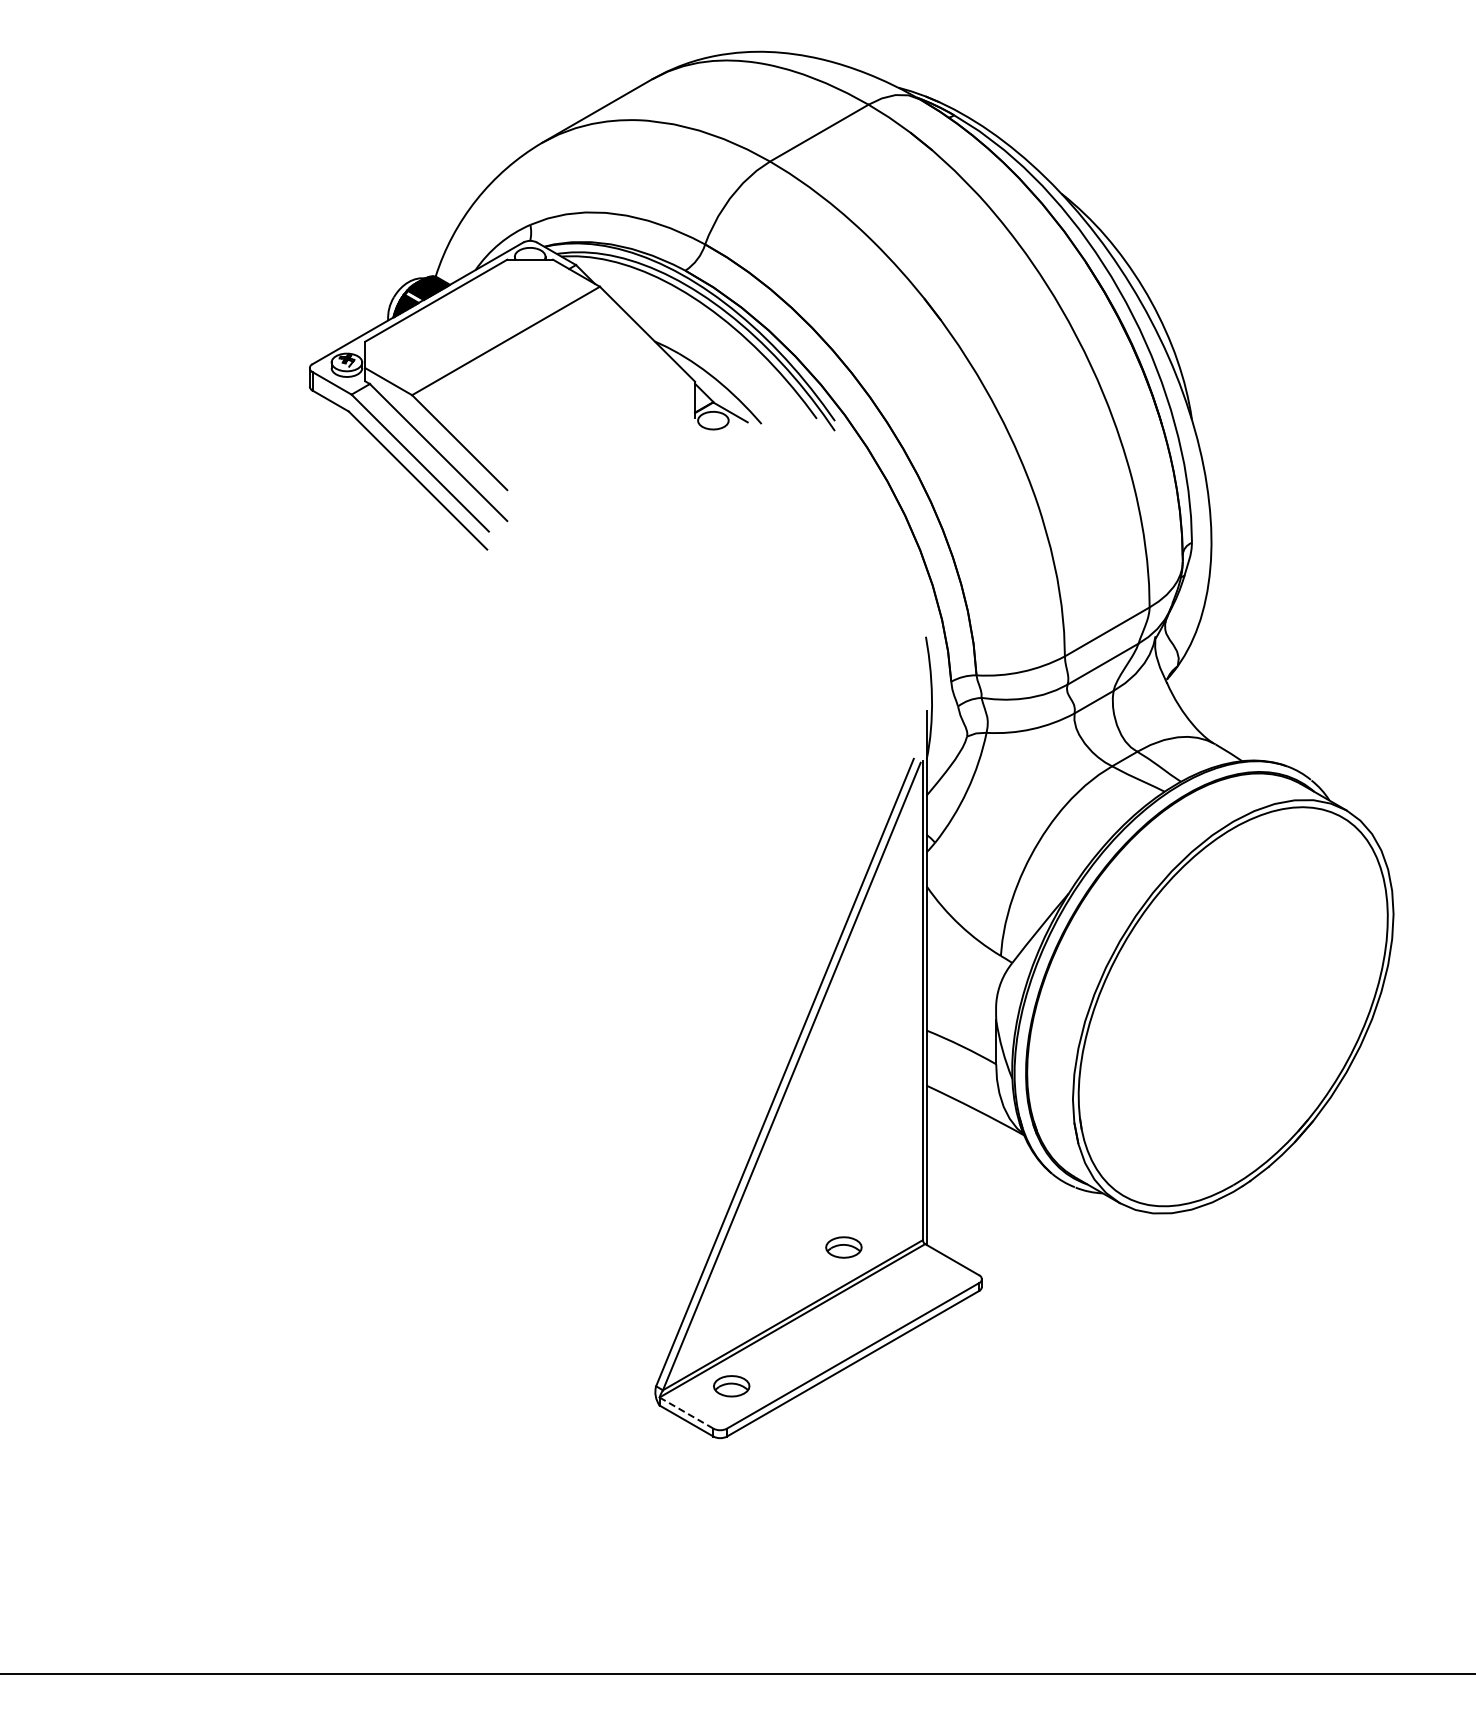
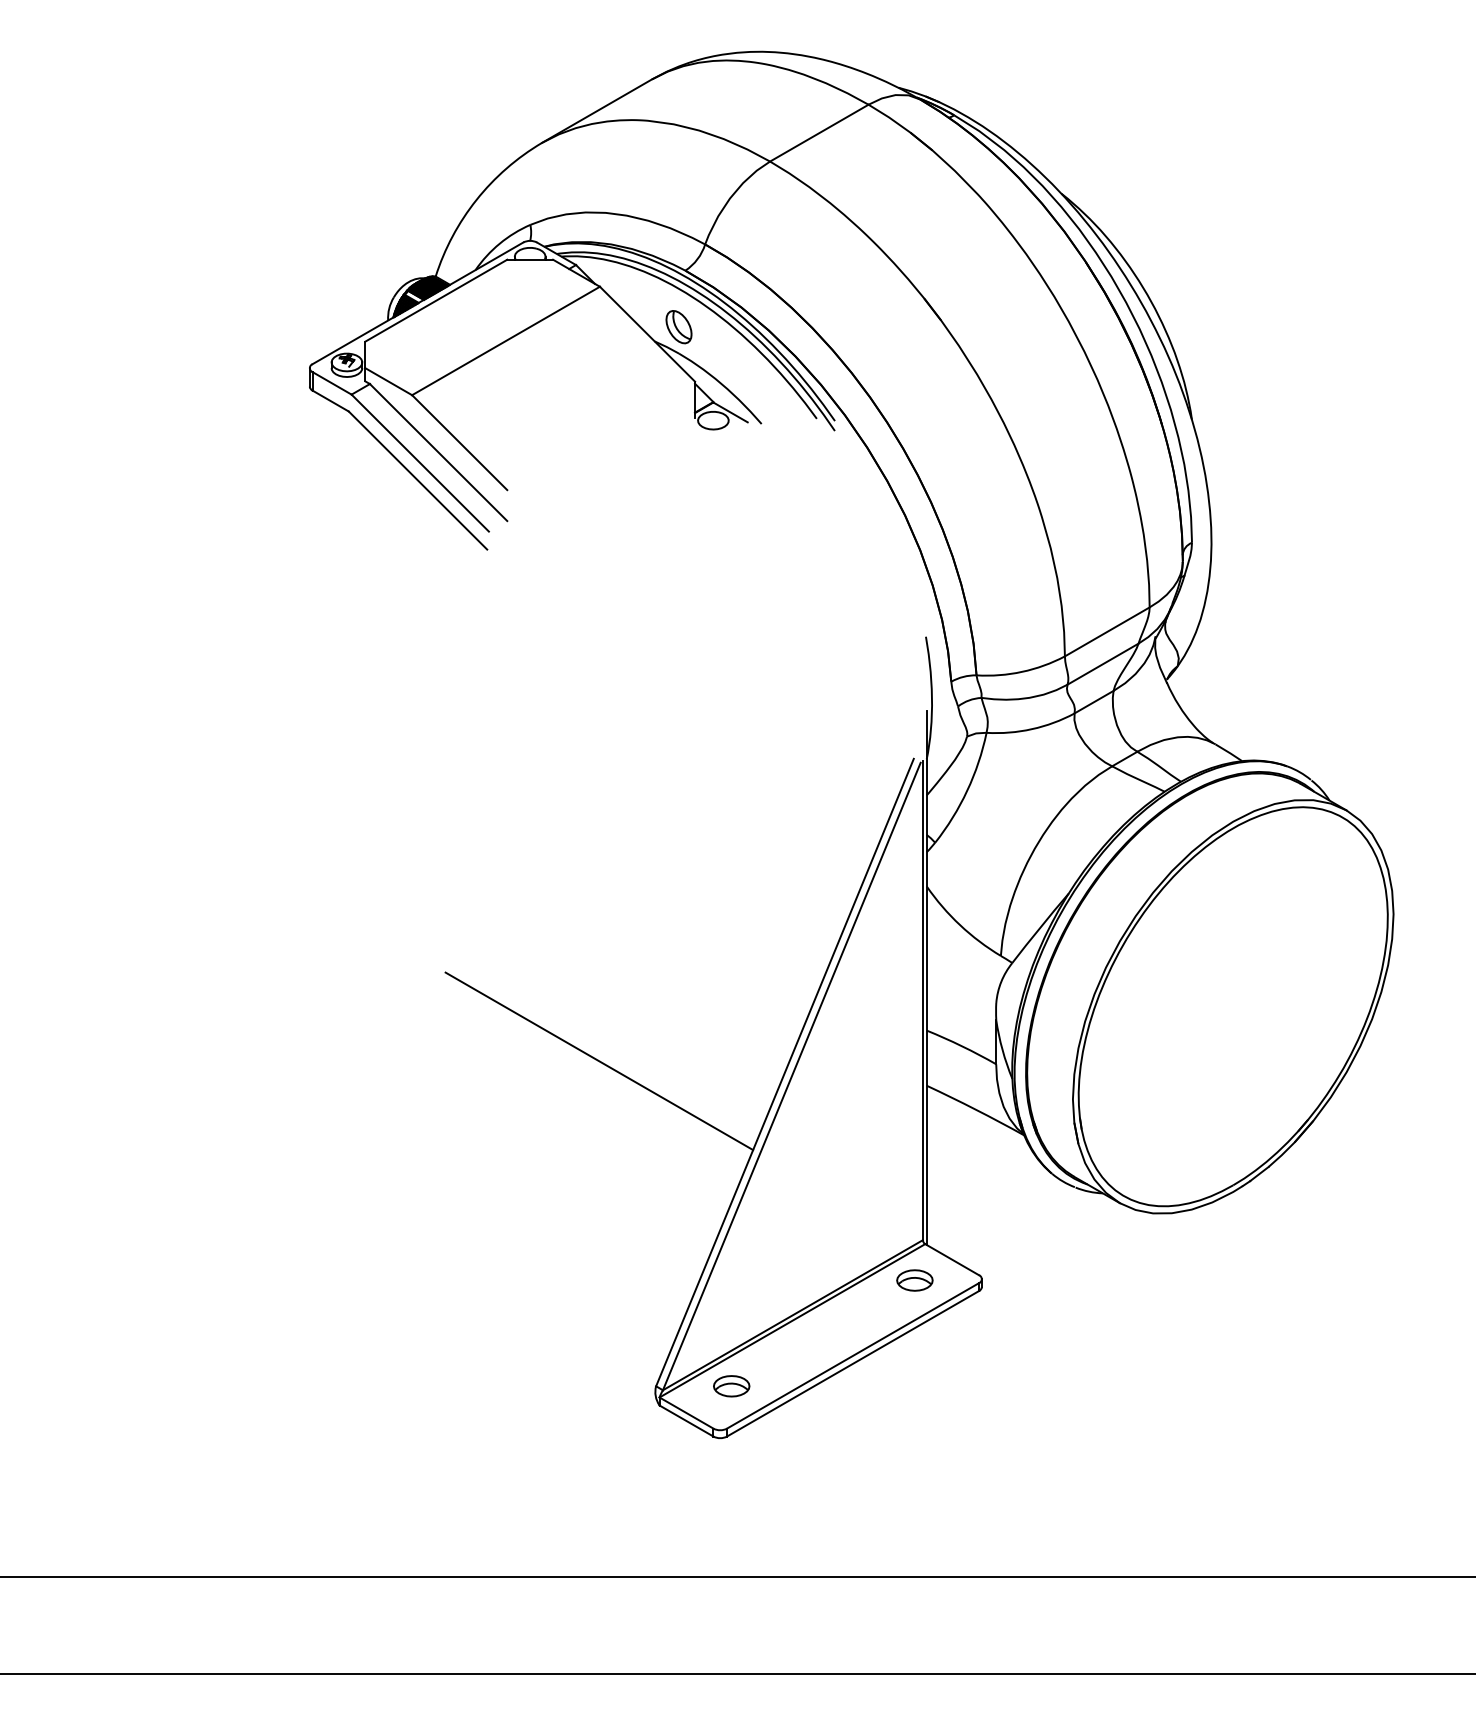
part at (678, 327): none -> present
line at (599, 1061): none -> present
part at (843, 1247) position: (843, 1247) -> (914, 1280)
line at (686, 1413): dashed -> solid
line at (737, 1577): none -> present
